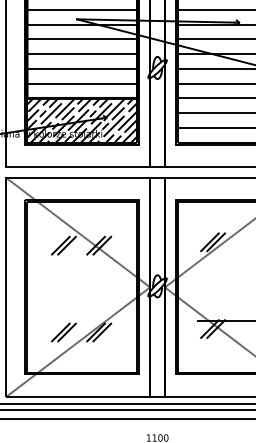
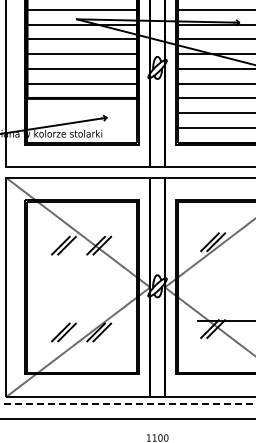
hatch at (81, 120): present -> none
line at (128, 404): solid -> dashed
line at (127, 409): present -> none
